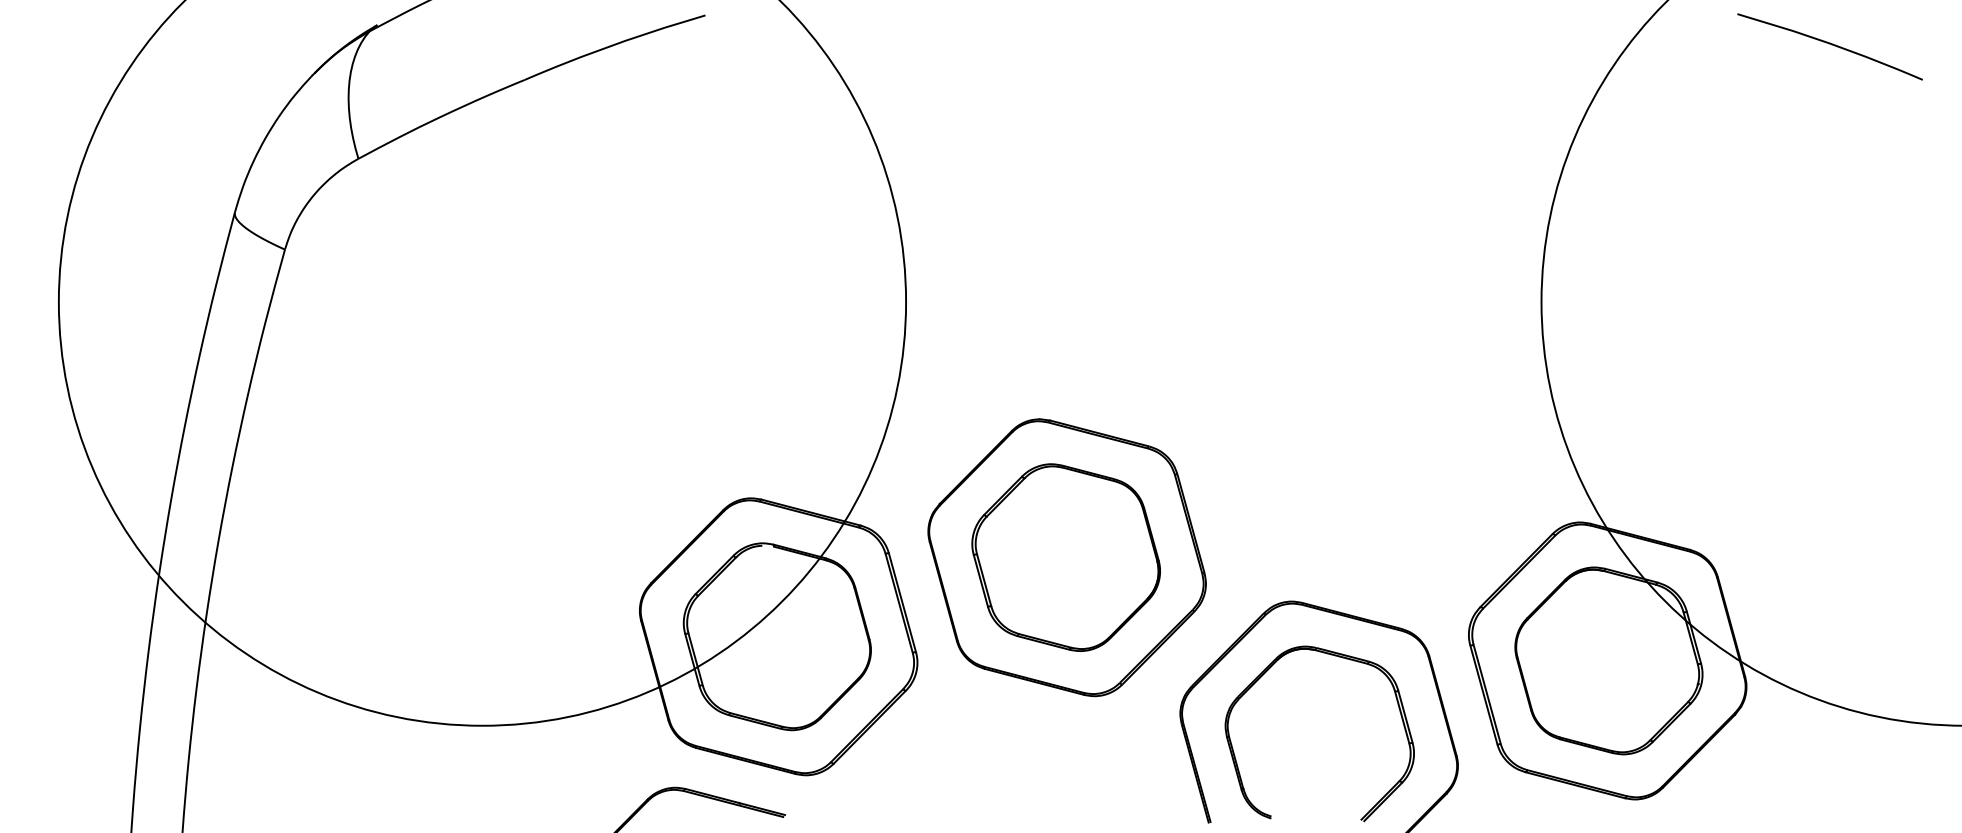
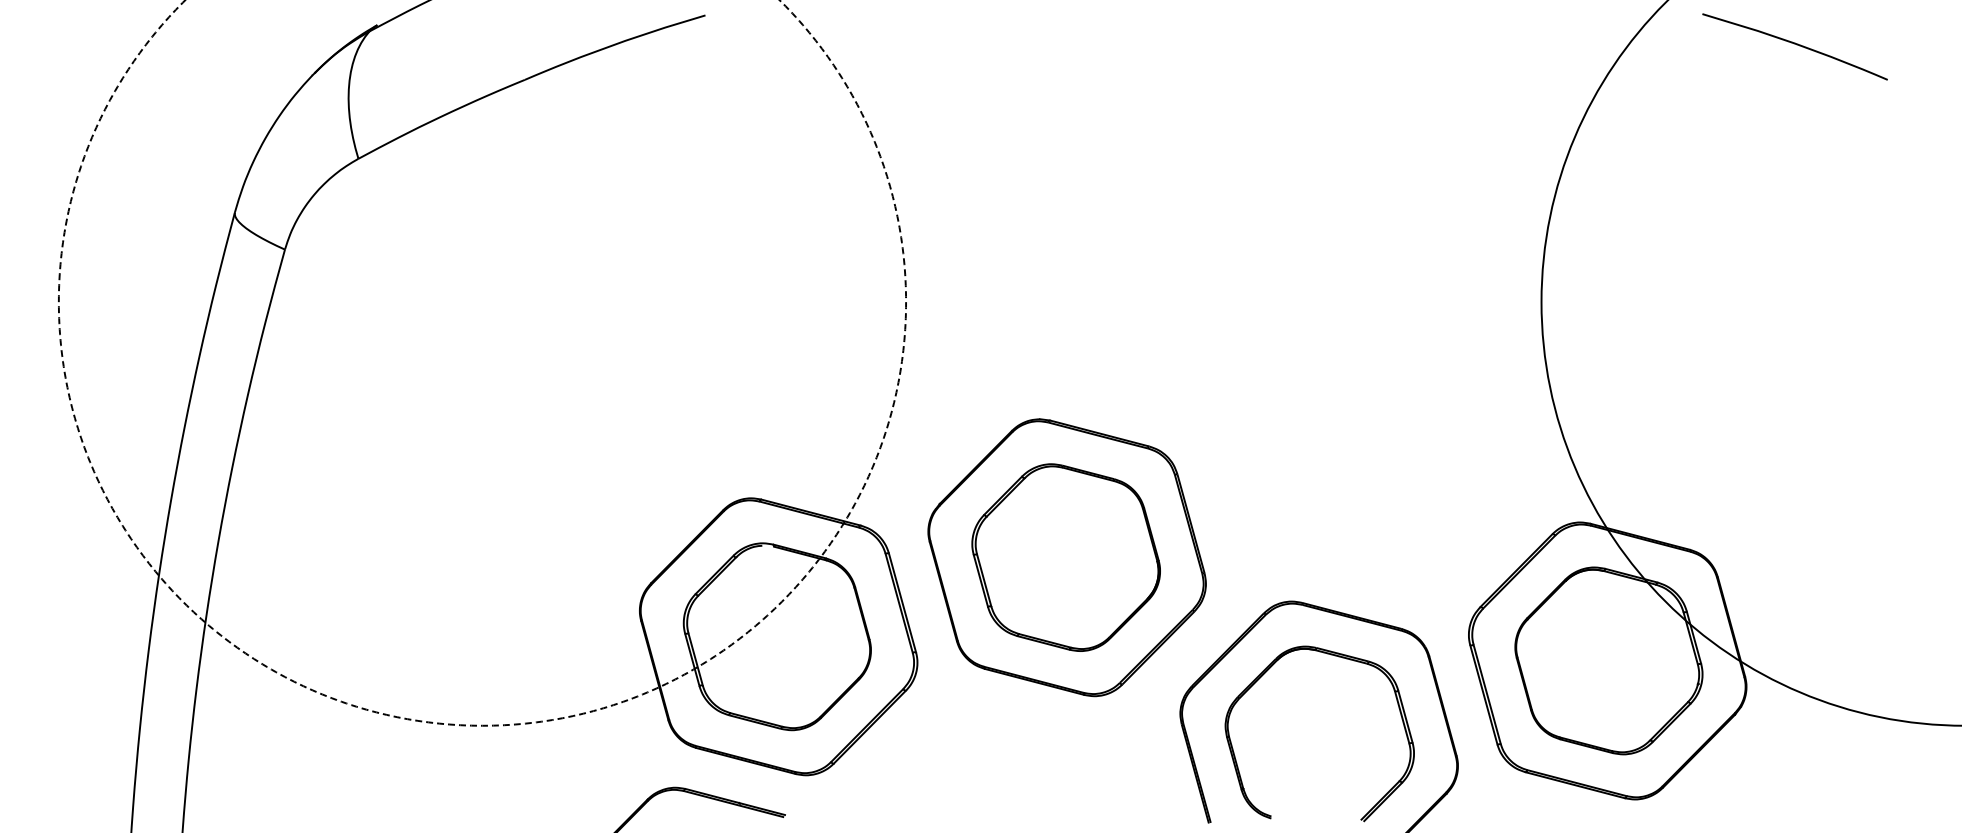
curve at (1829, 44) position: (1829, 44) -> (1794, 44)
circle at (482, 362): solid -> dashed
